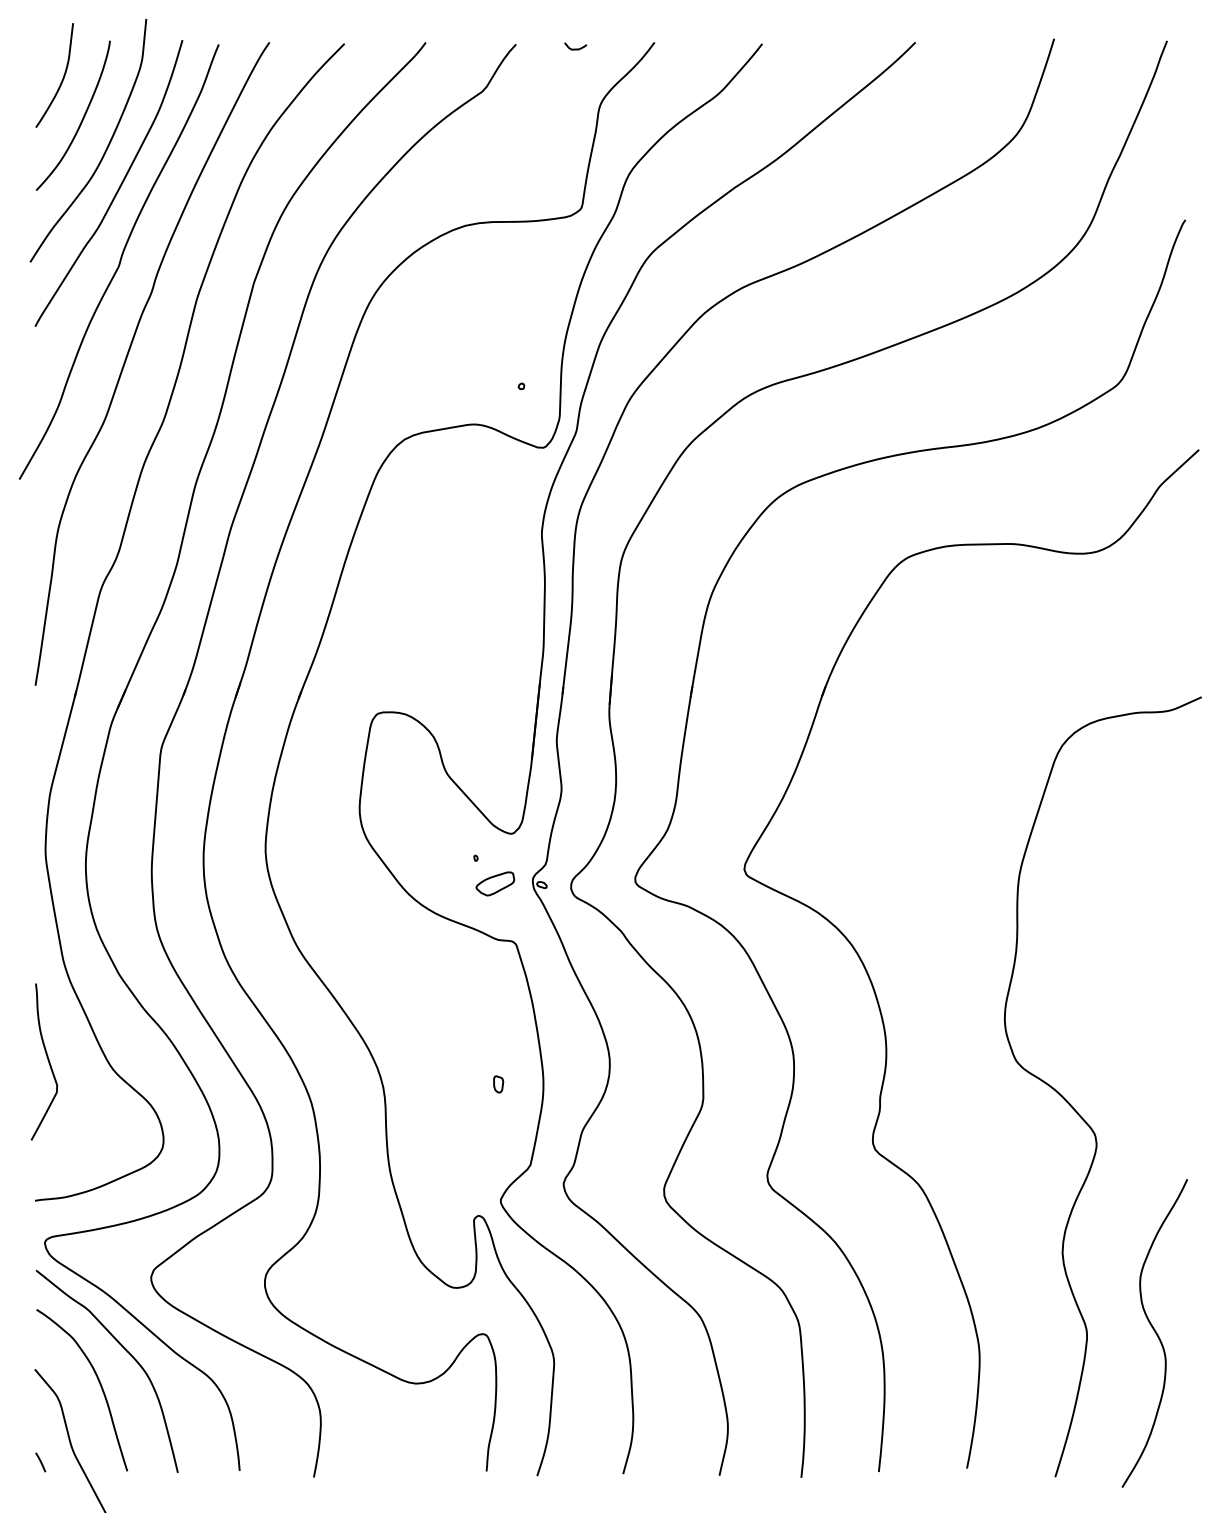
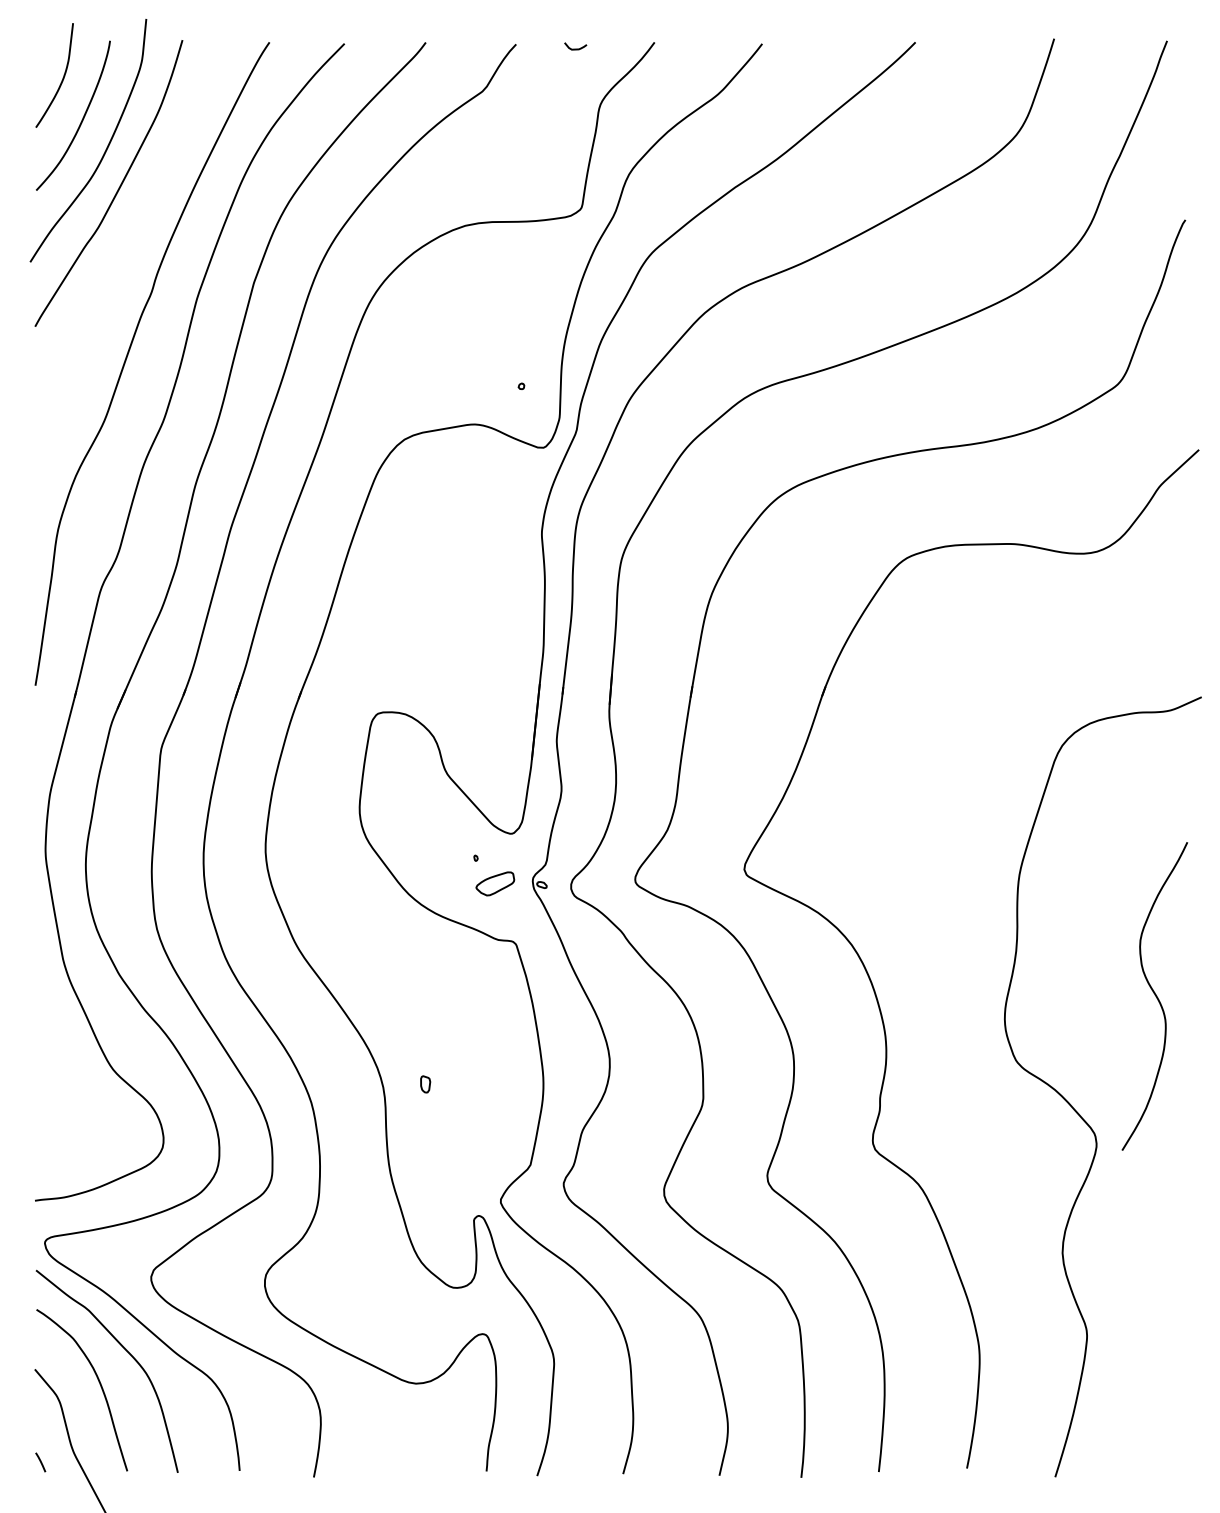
curve at (119, 261): present -> none
curve at (47, 1060): present -> none
part at (498, 1084) position: (498, 1084) -> (425, 1084)
curve at (1154, 1332) position: (1154, 1332) -> (1154, 995)
